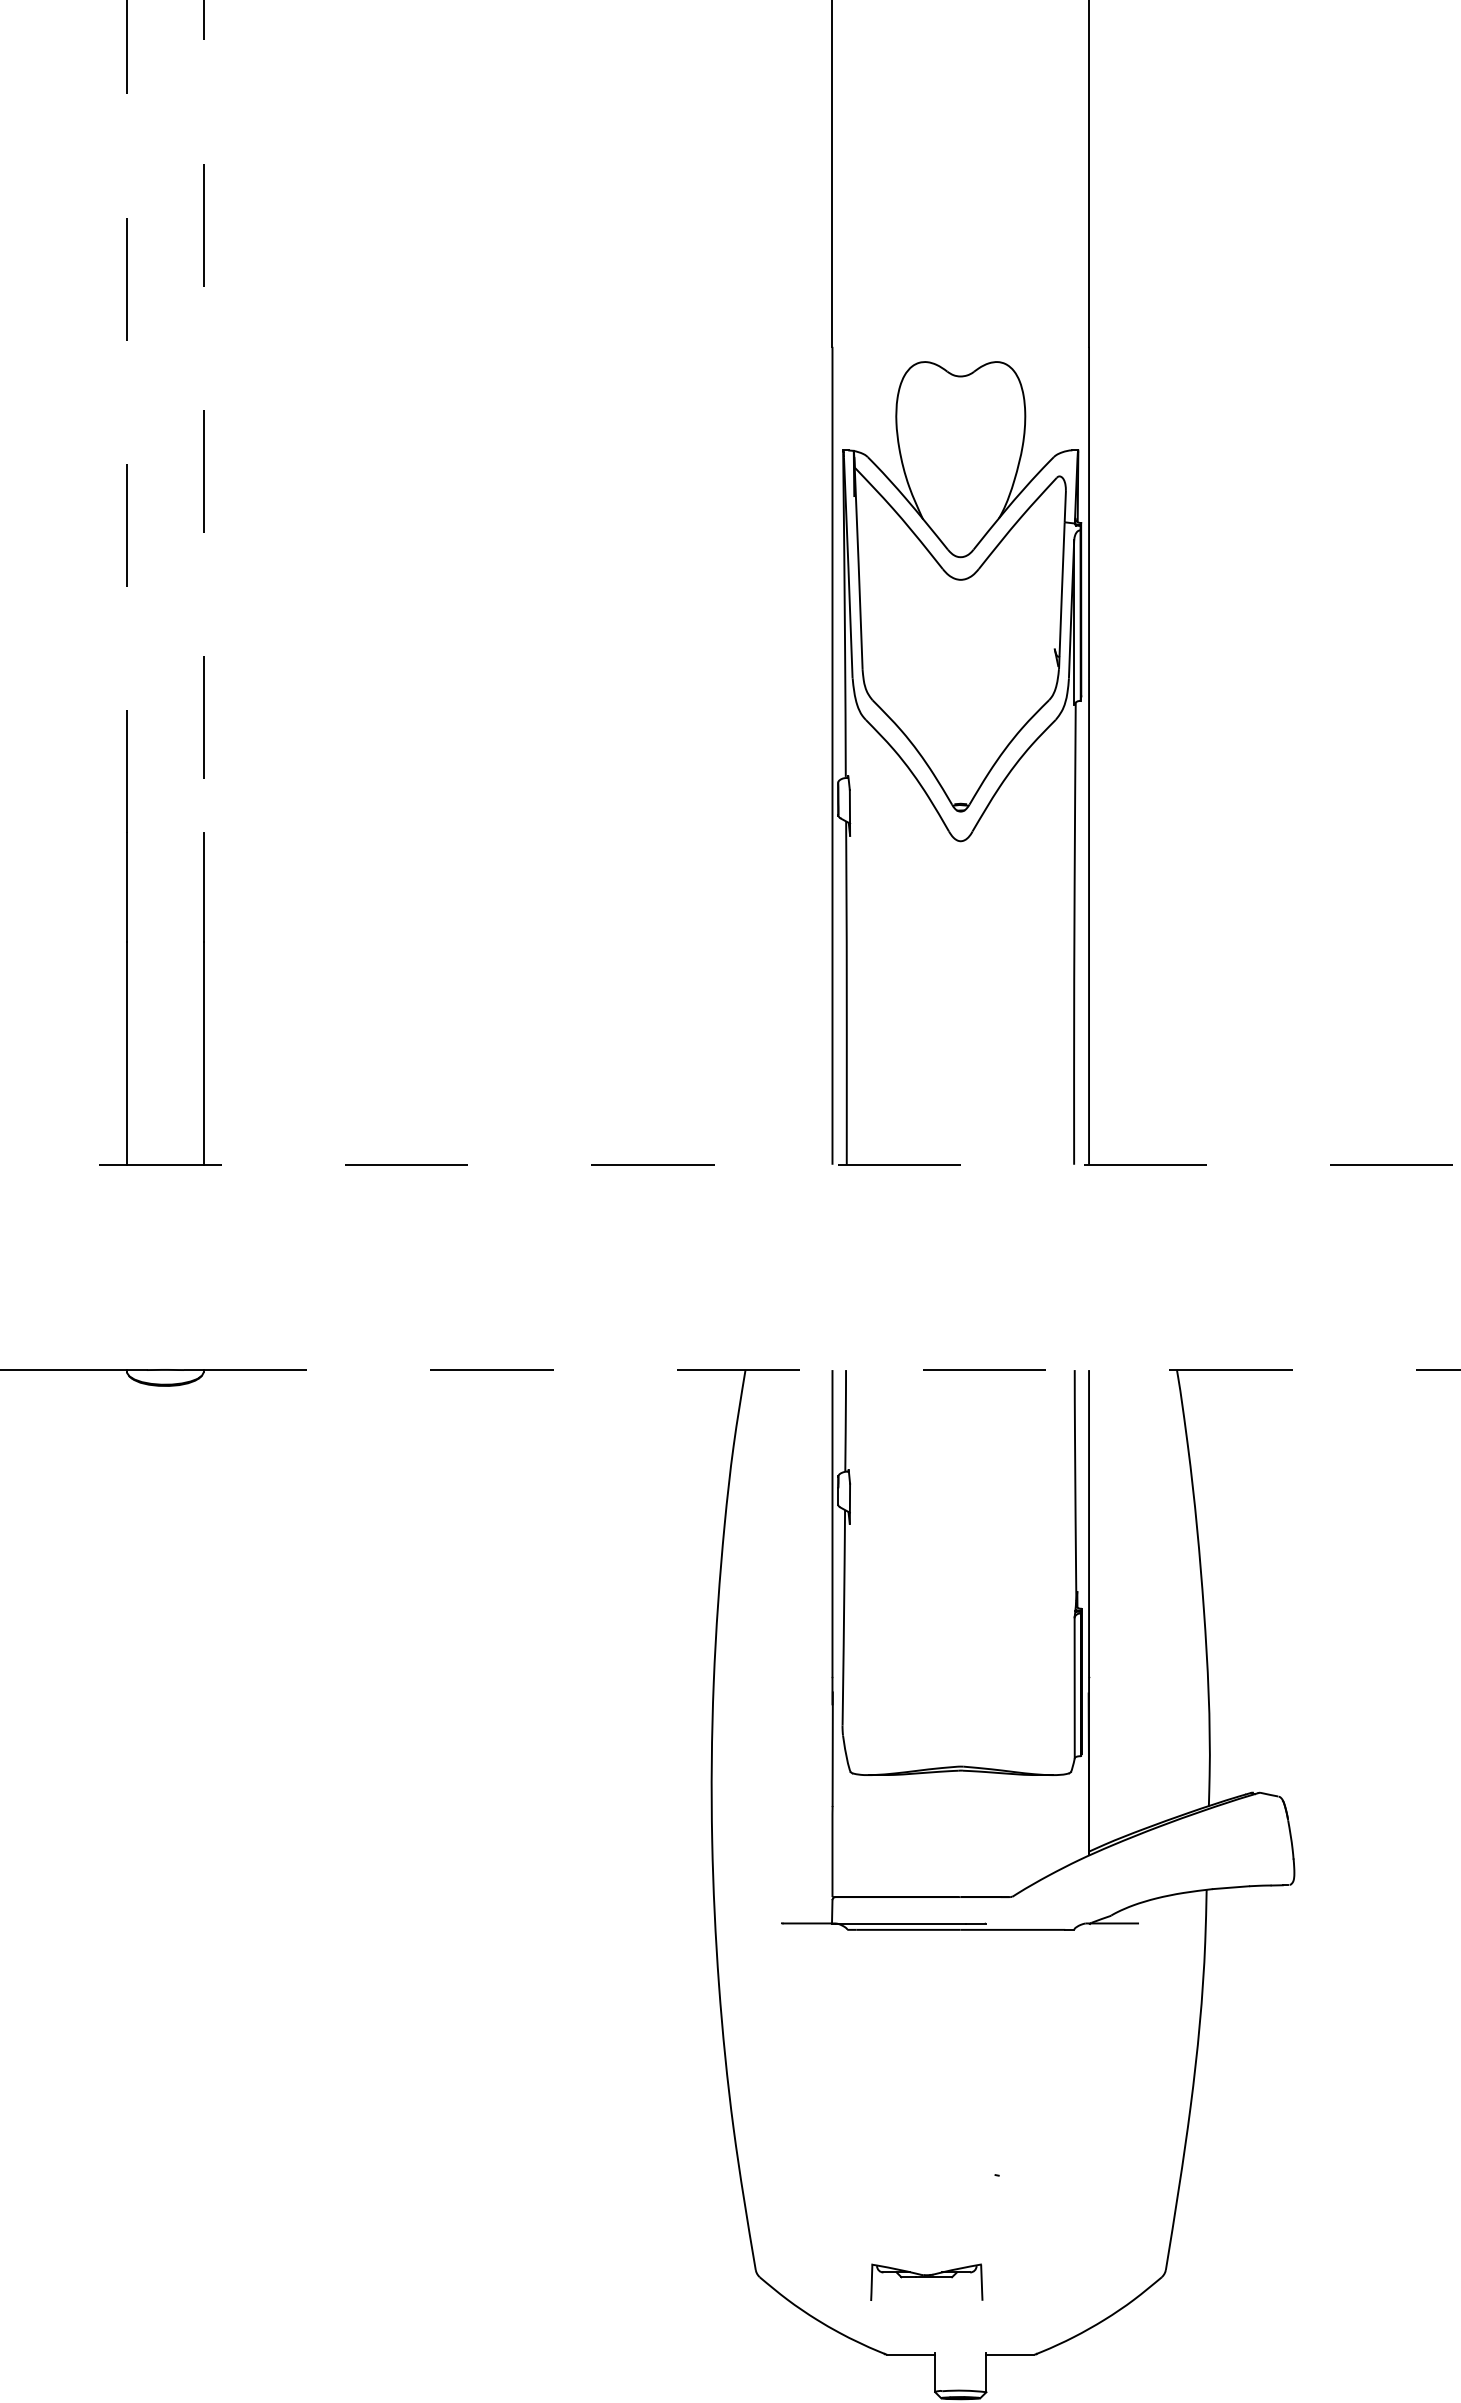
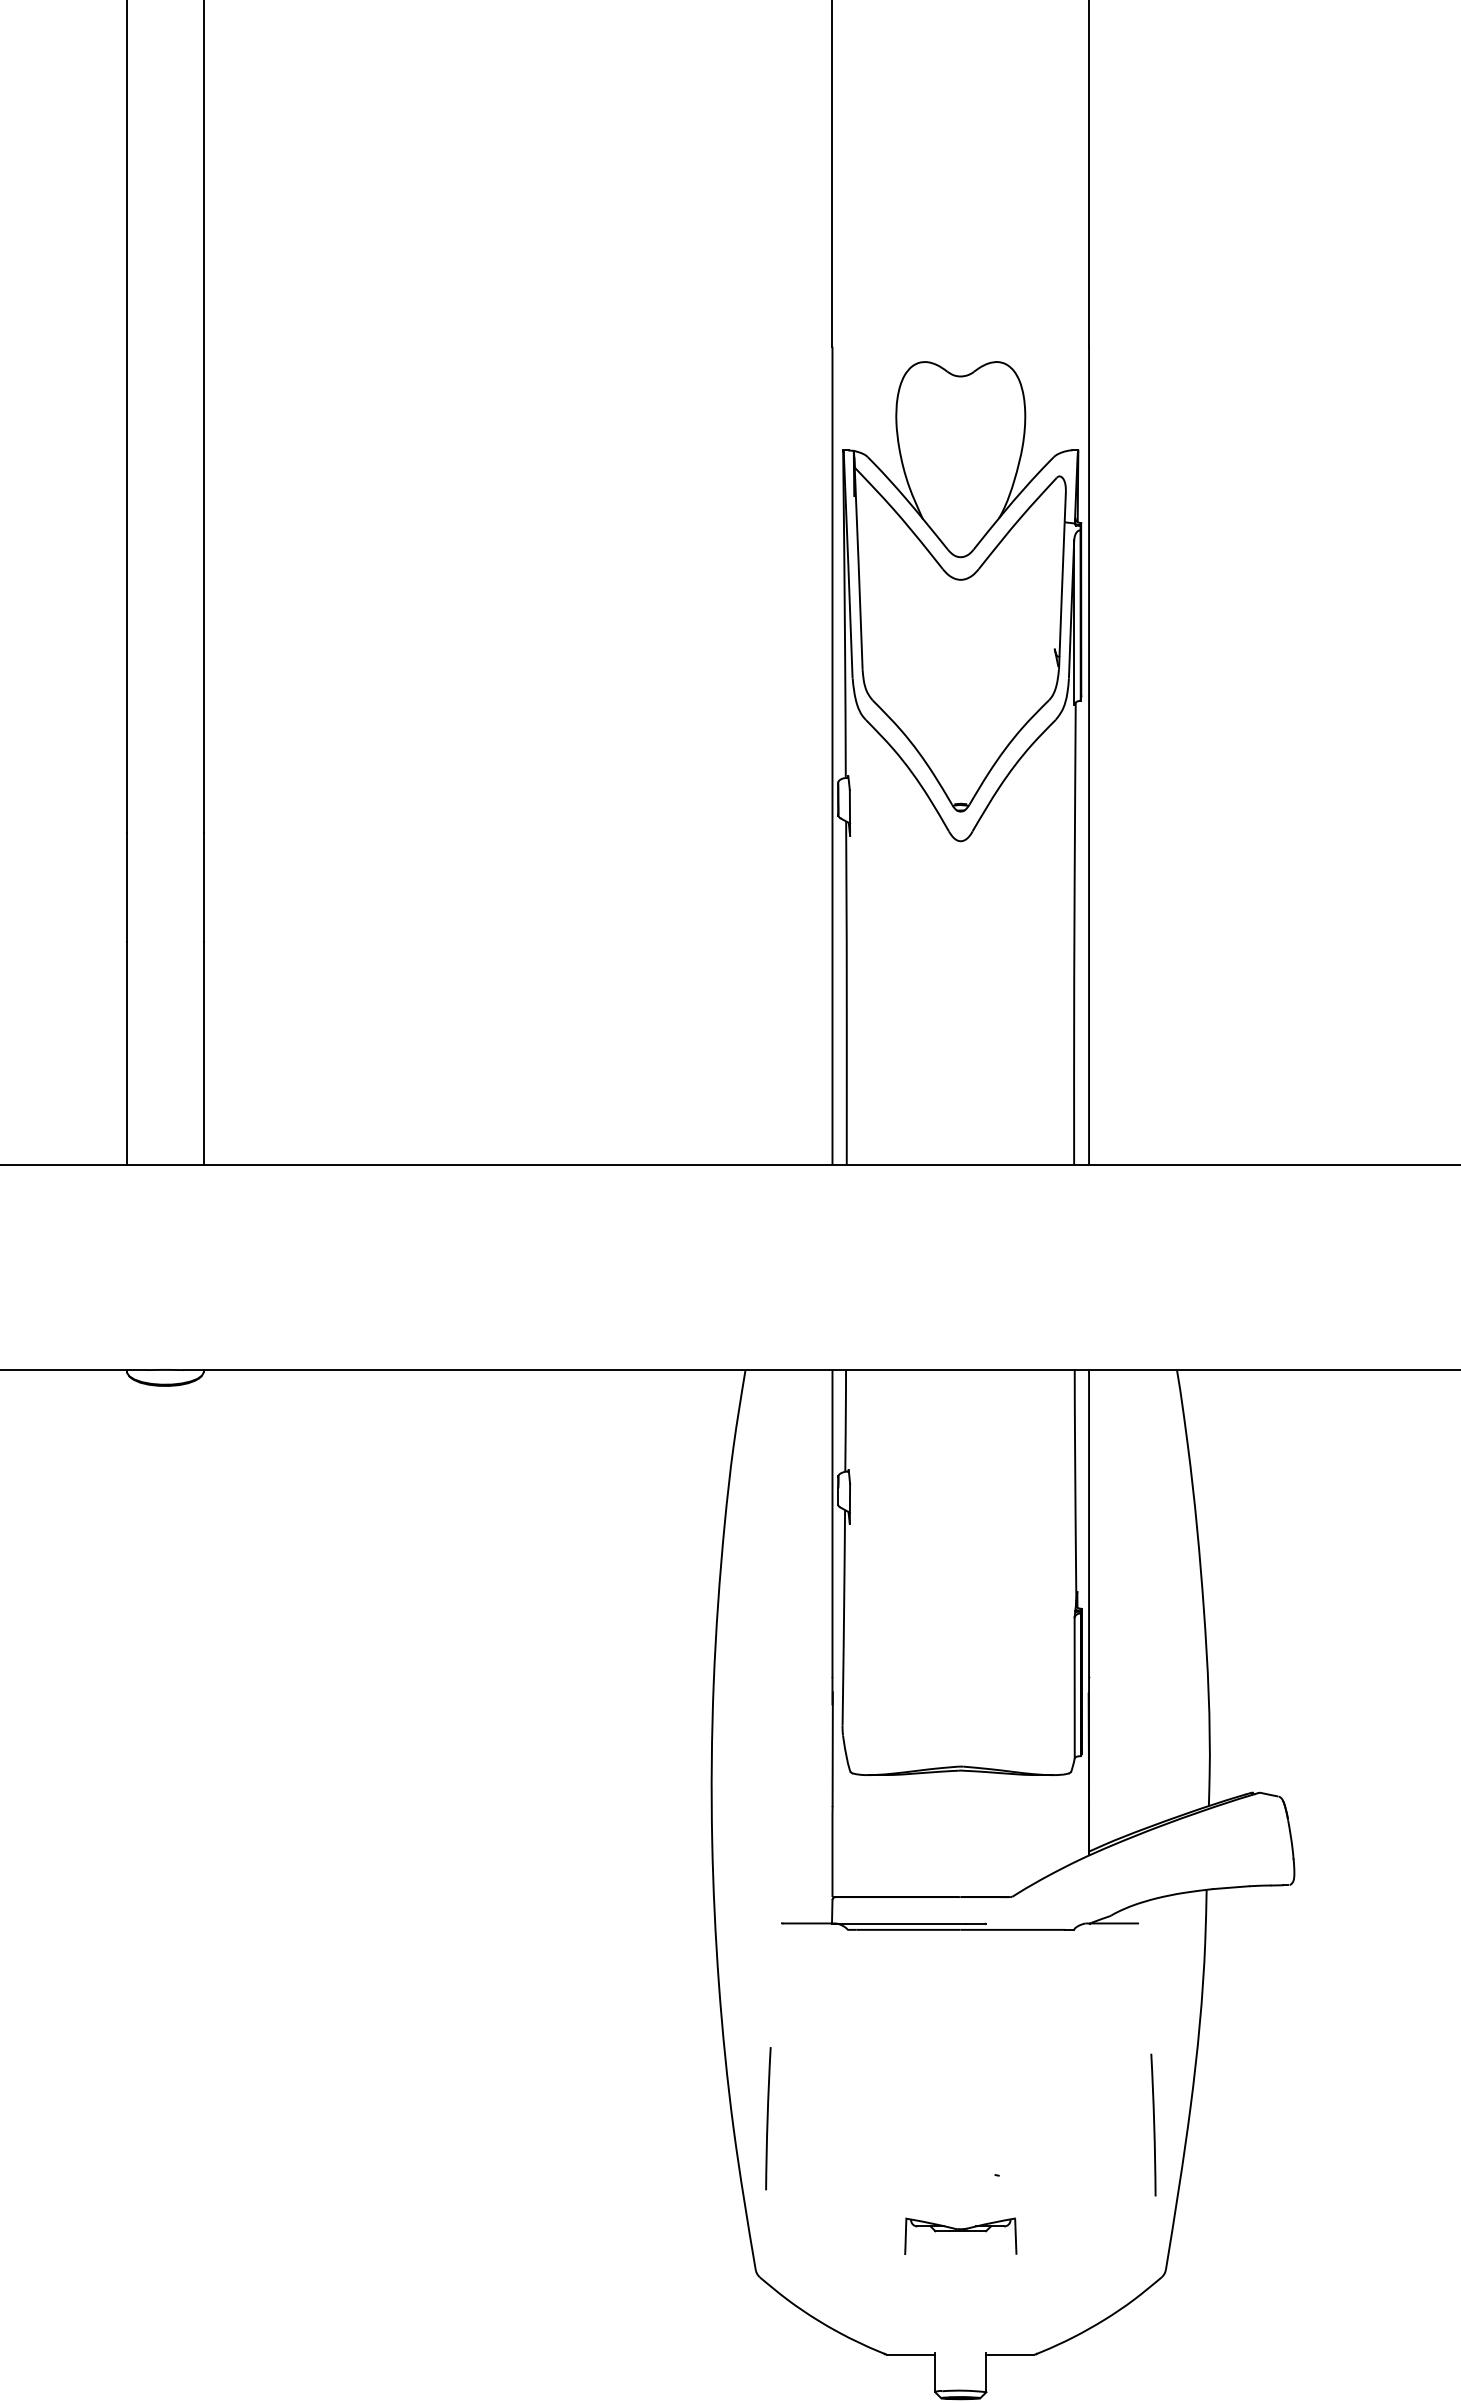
line at (126, 416): dashed -> solid
line at (203, 417): dashed -> solid
line at (730, 1164): dashed -> solid
line at (822, 1370): dashed -> solid
line at (768, 2118): none -> present
line at (1153, 2124): none -> present
part at (926, 2281) position: (926, 2281) -> (960, 2235)
